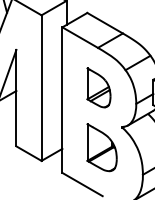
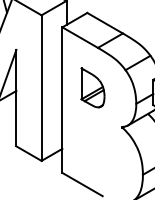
part at (98, 87) position: (98, 87) -> (92, 87)
part at (101, 147): present -> none
